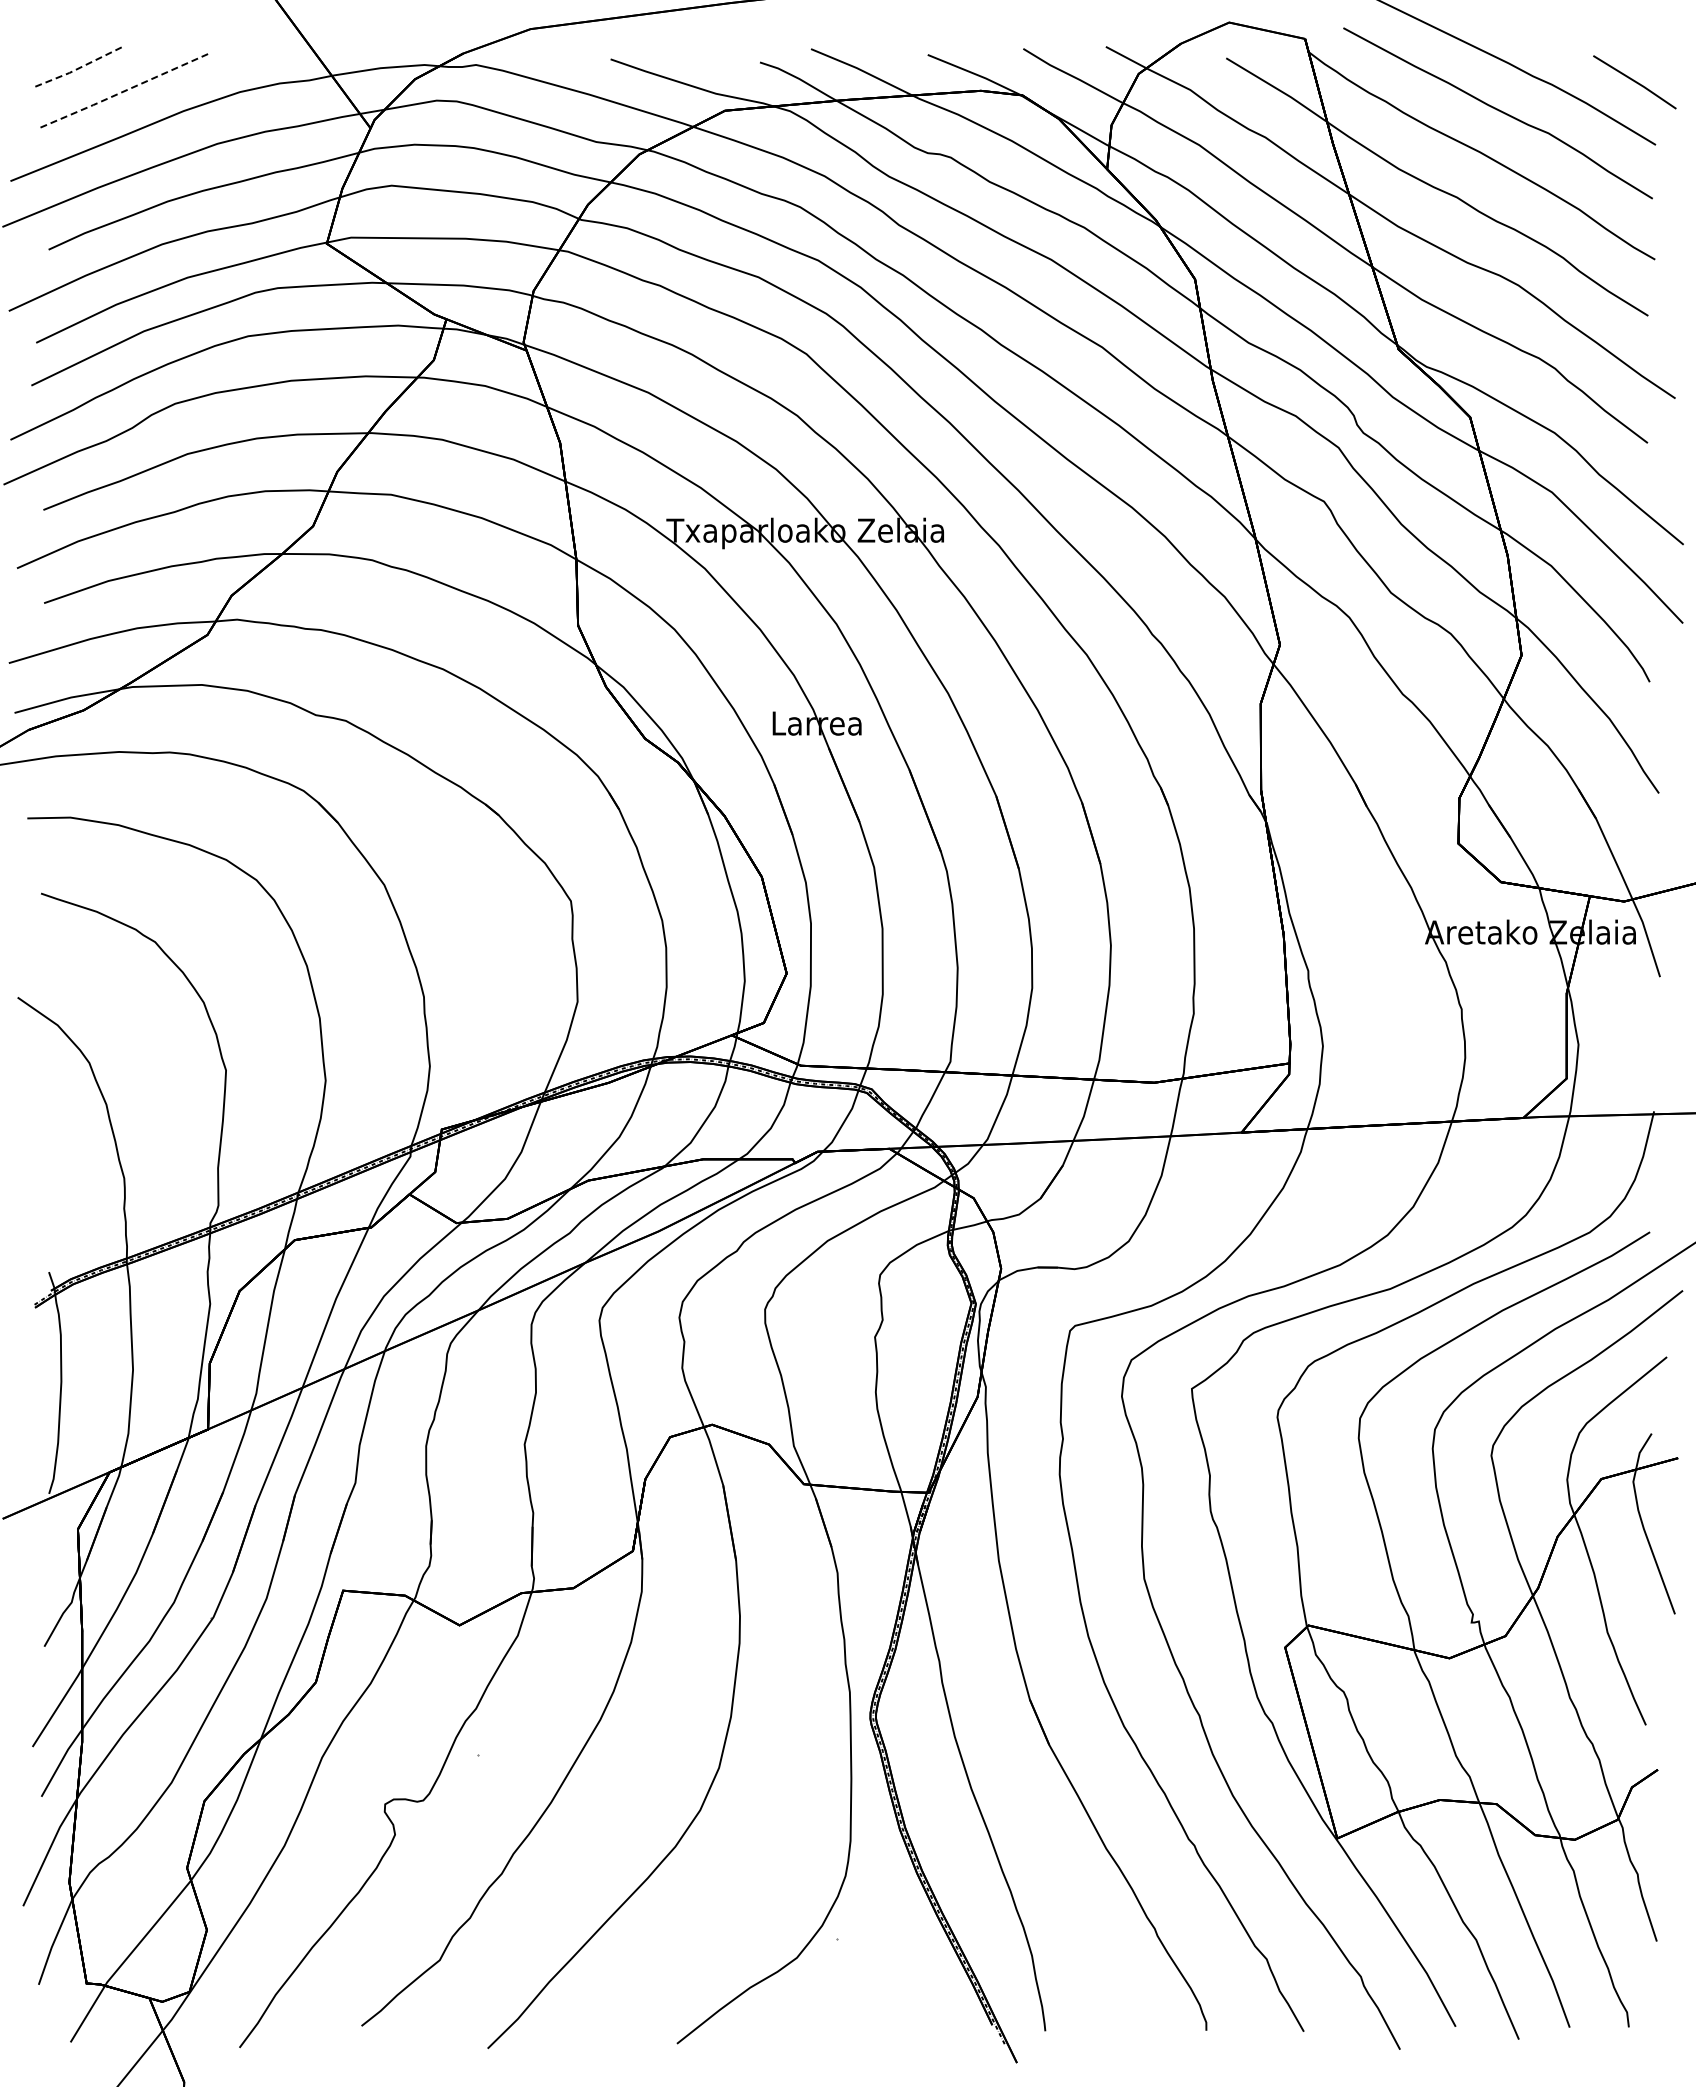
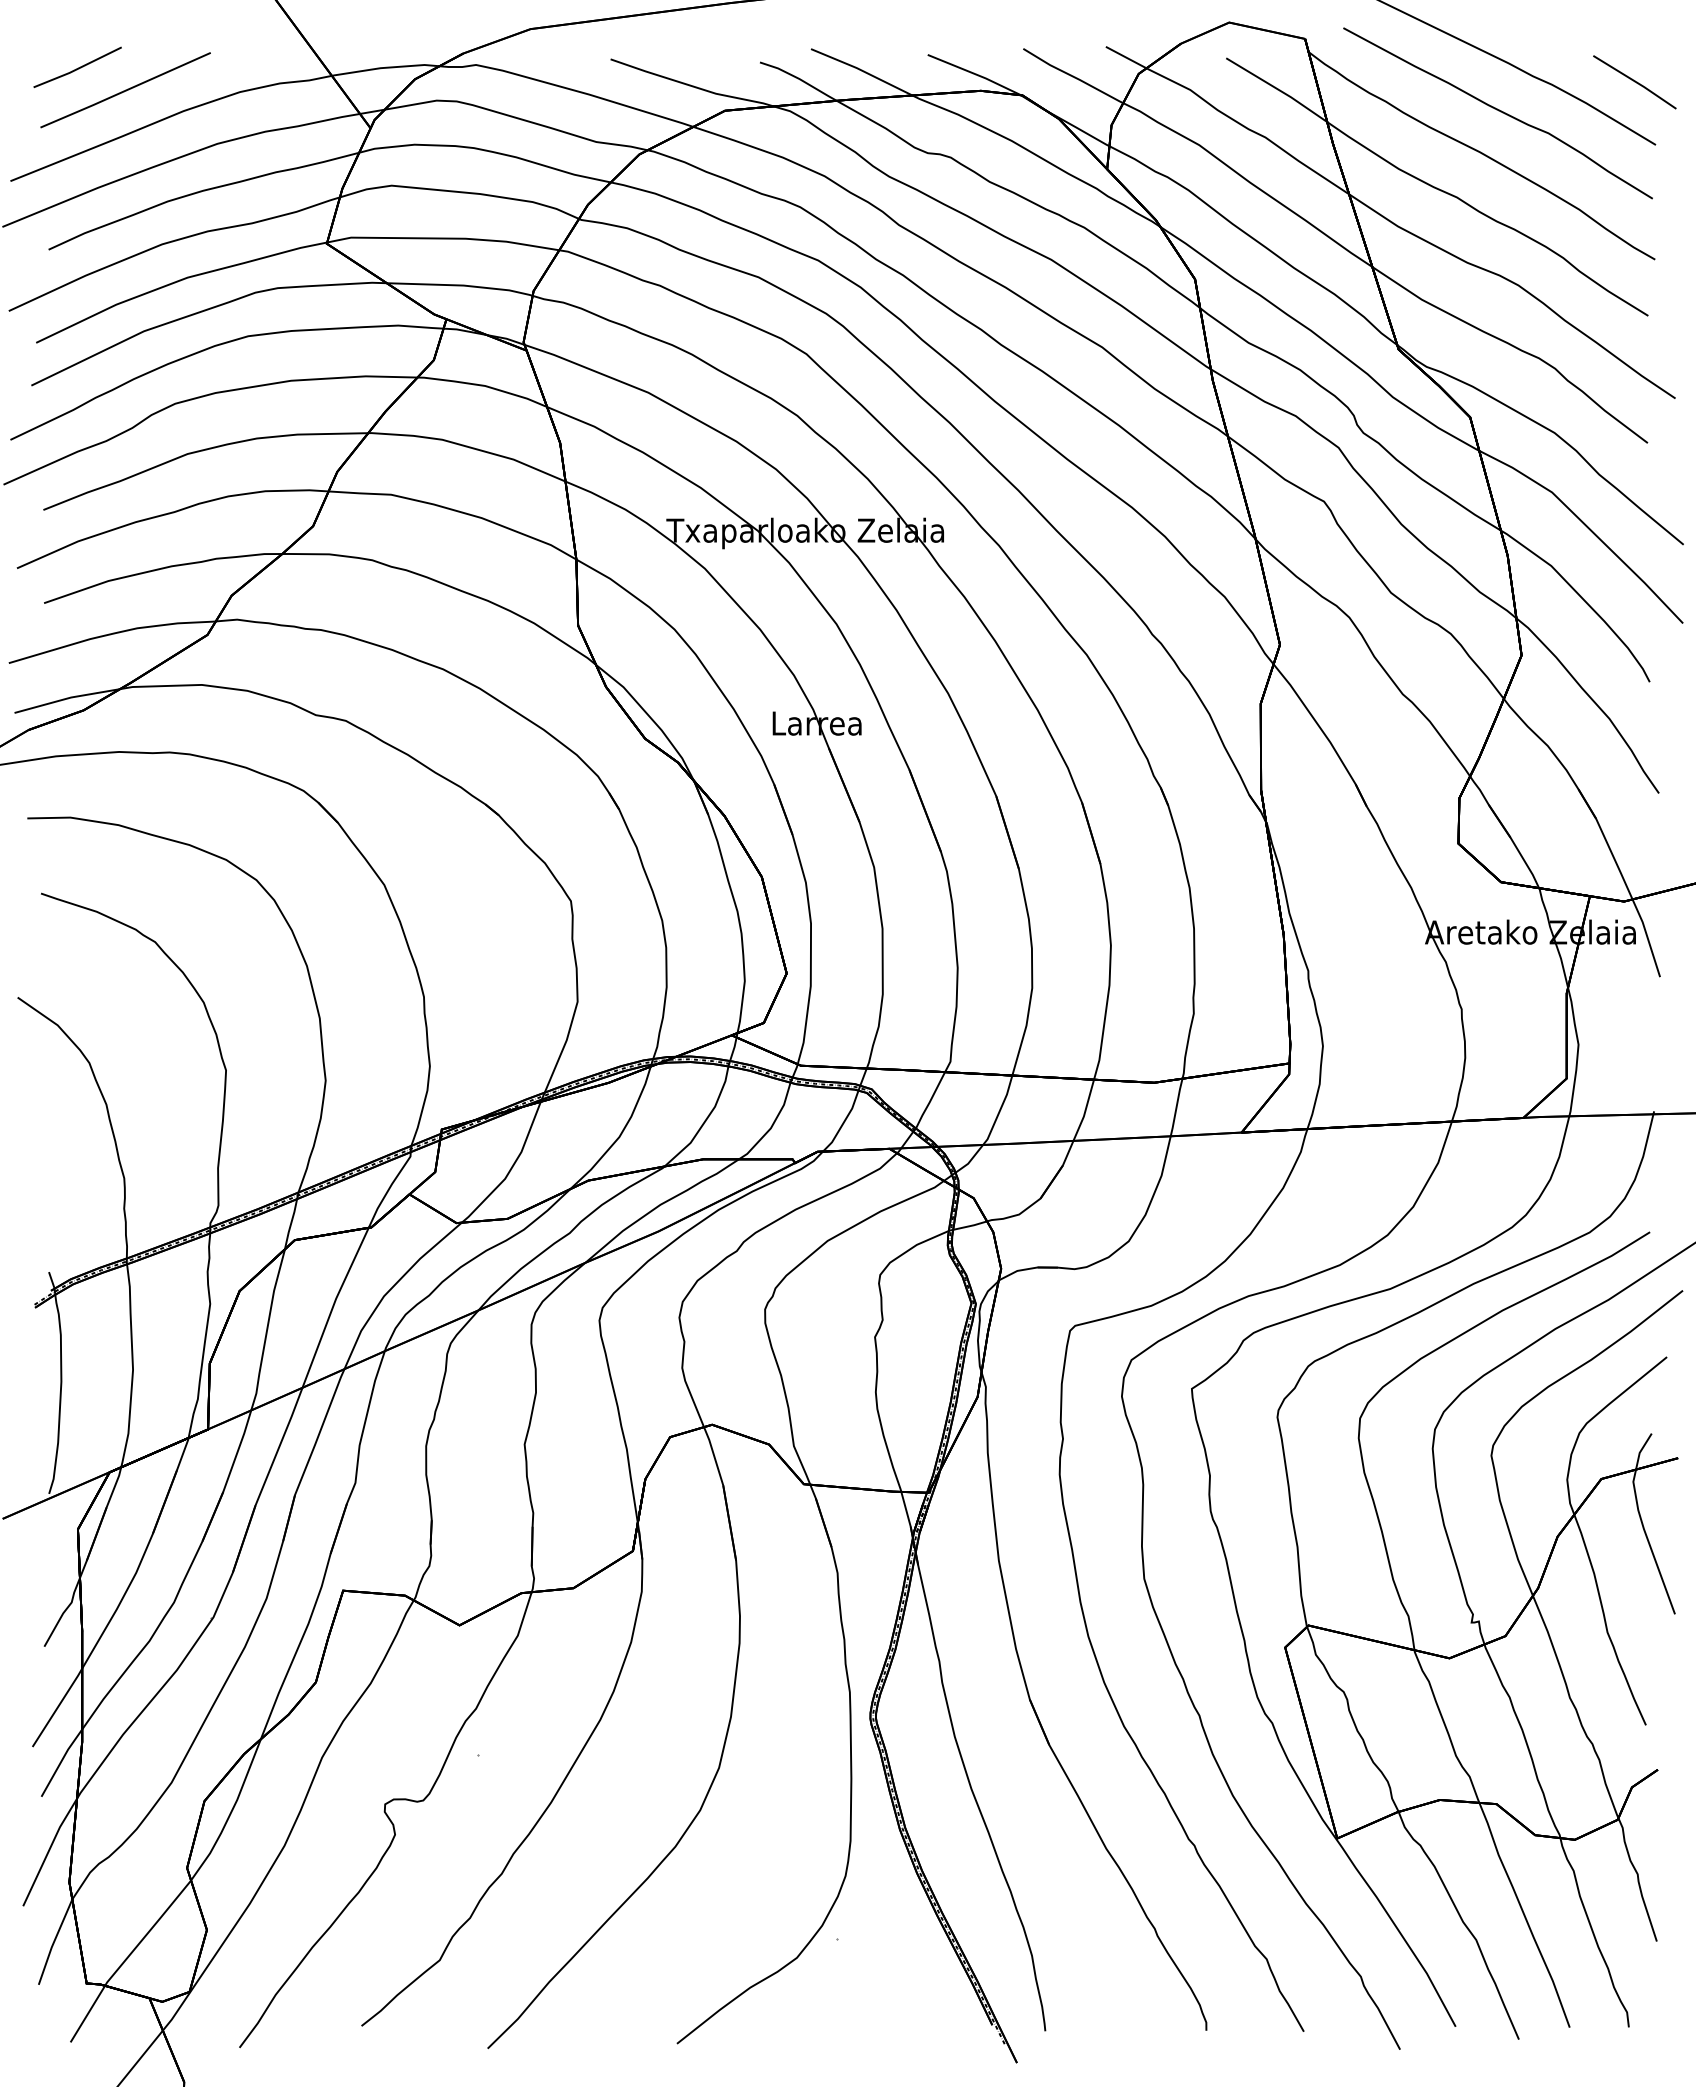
line at (77, 69): dashed -> solid
line at (125, 90): dashed -> solid
